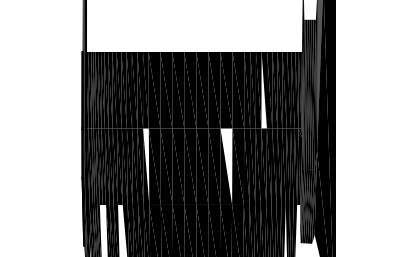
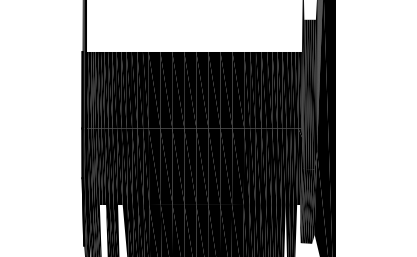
fill at (263, 90): none -> present
fill at (146, 166): none -> present
fill at (226, 166): none -> present
